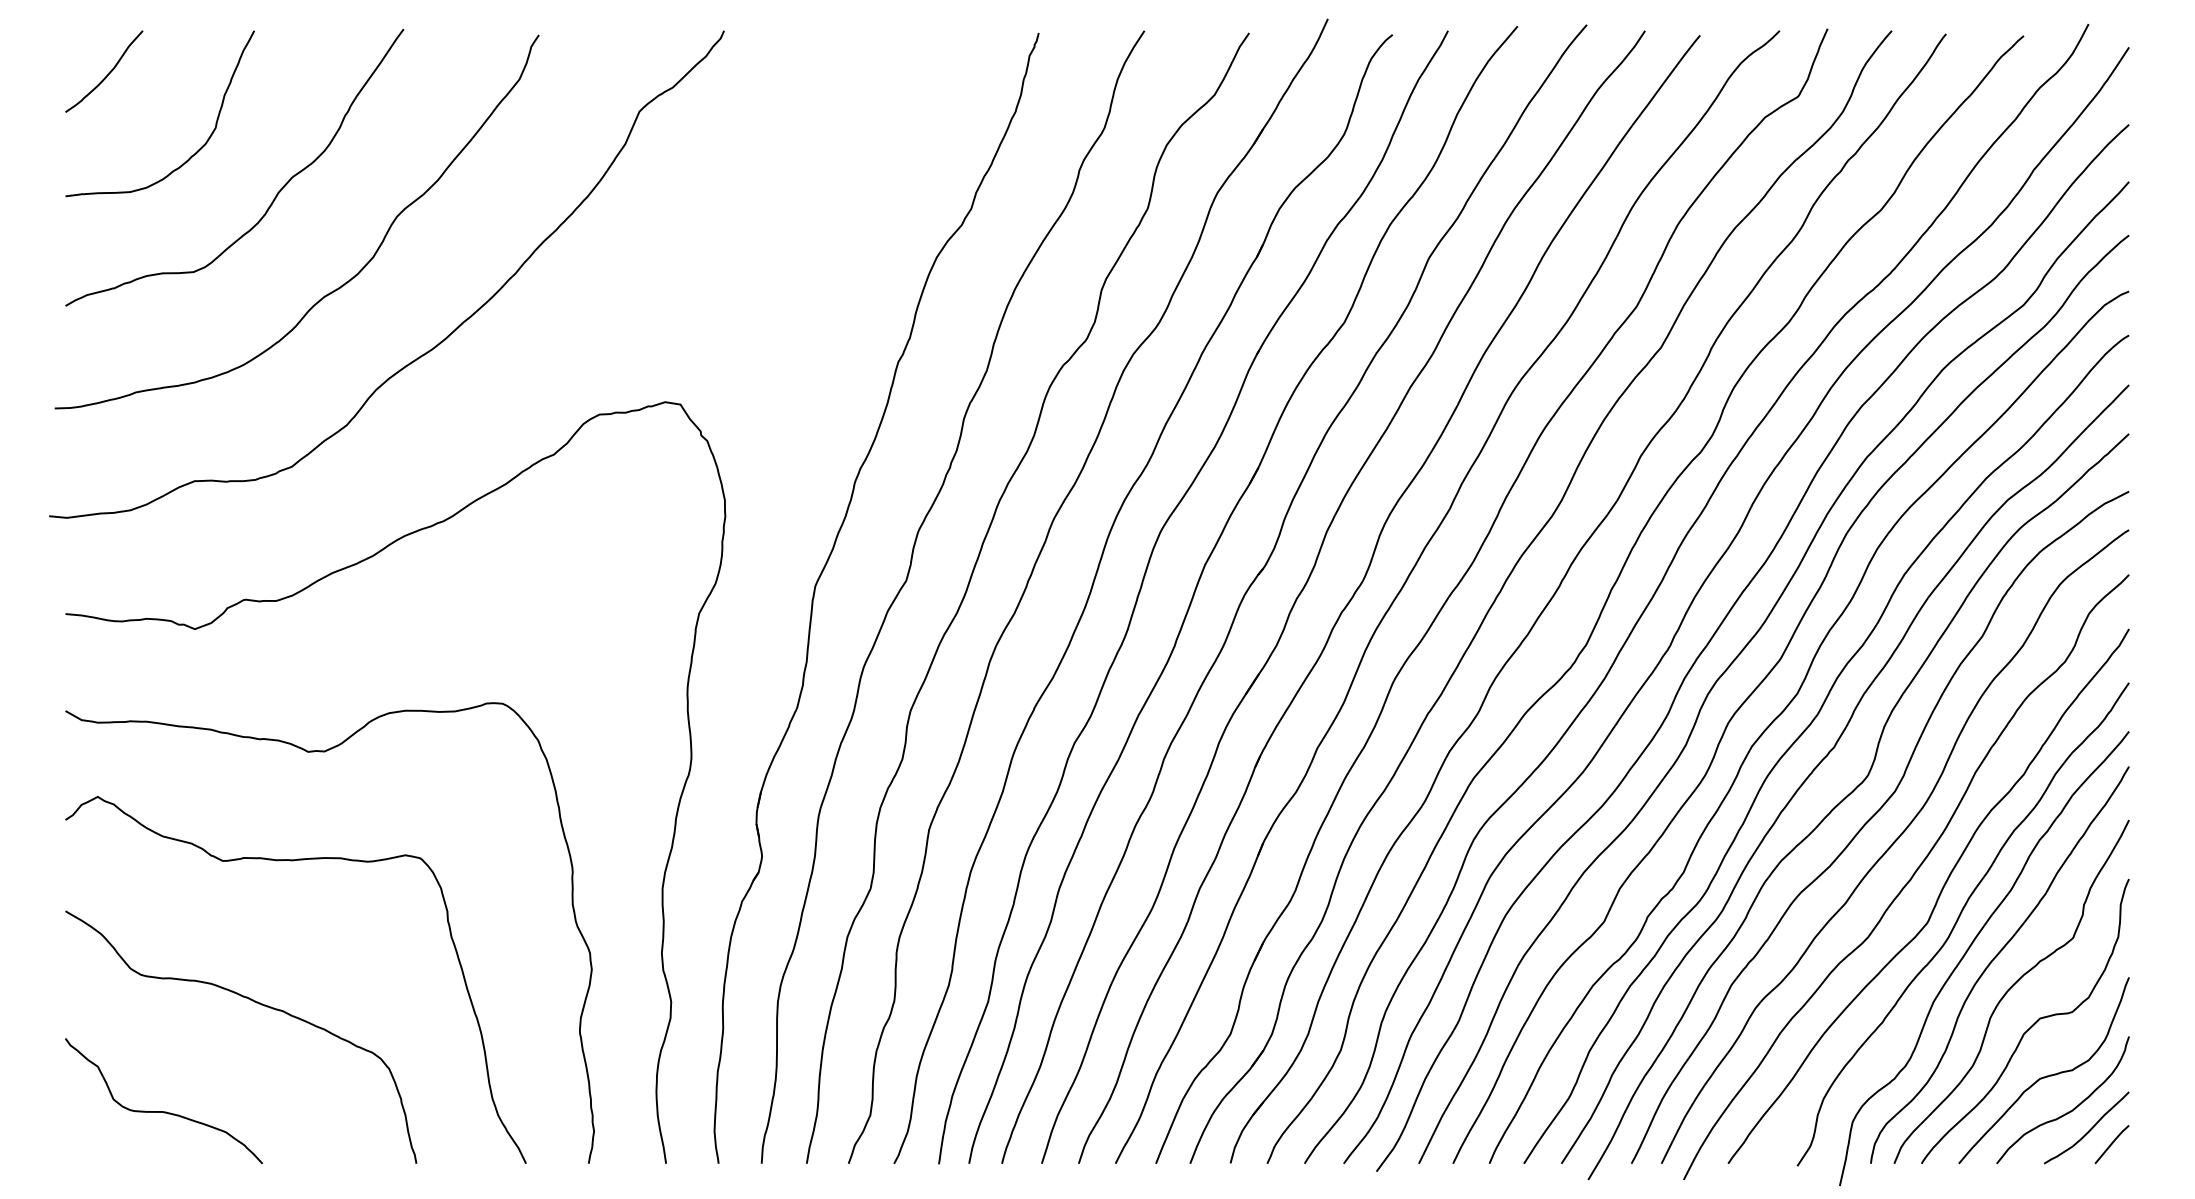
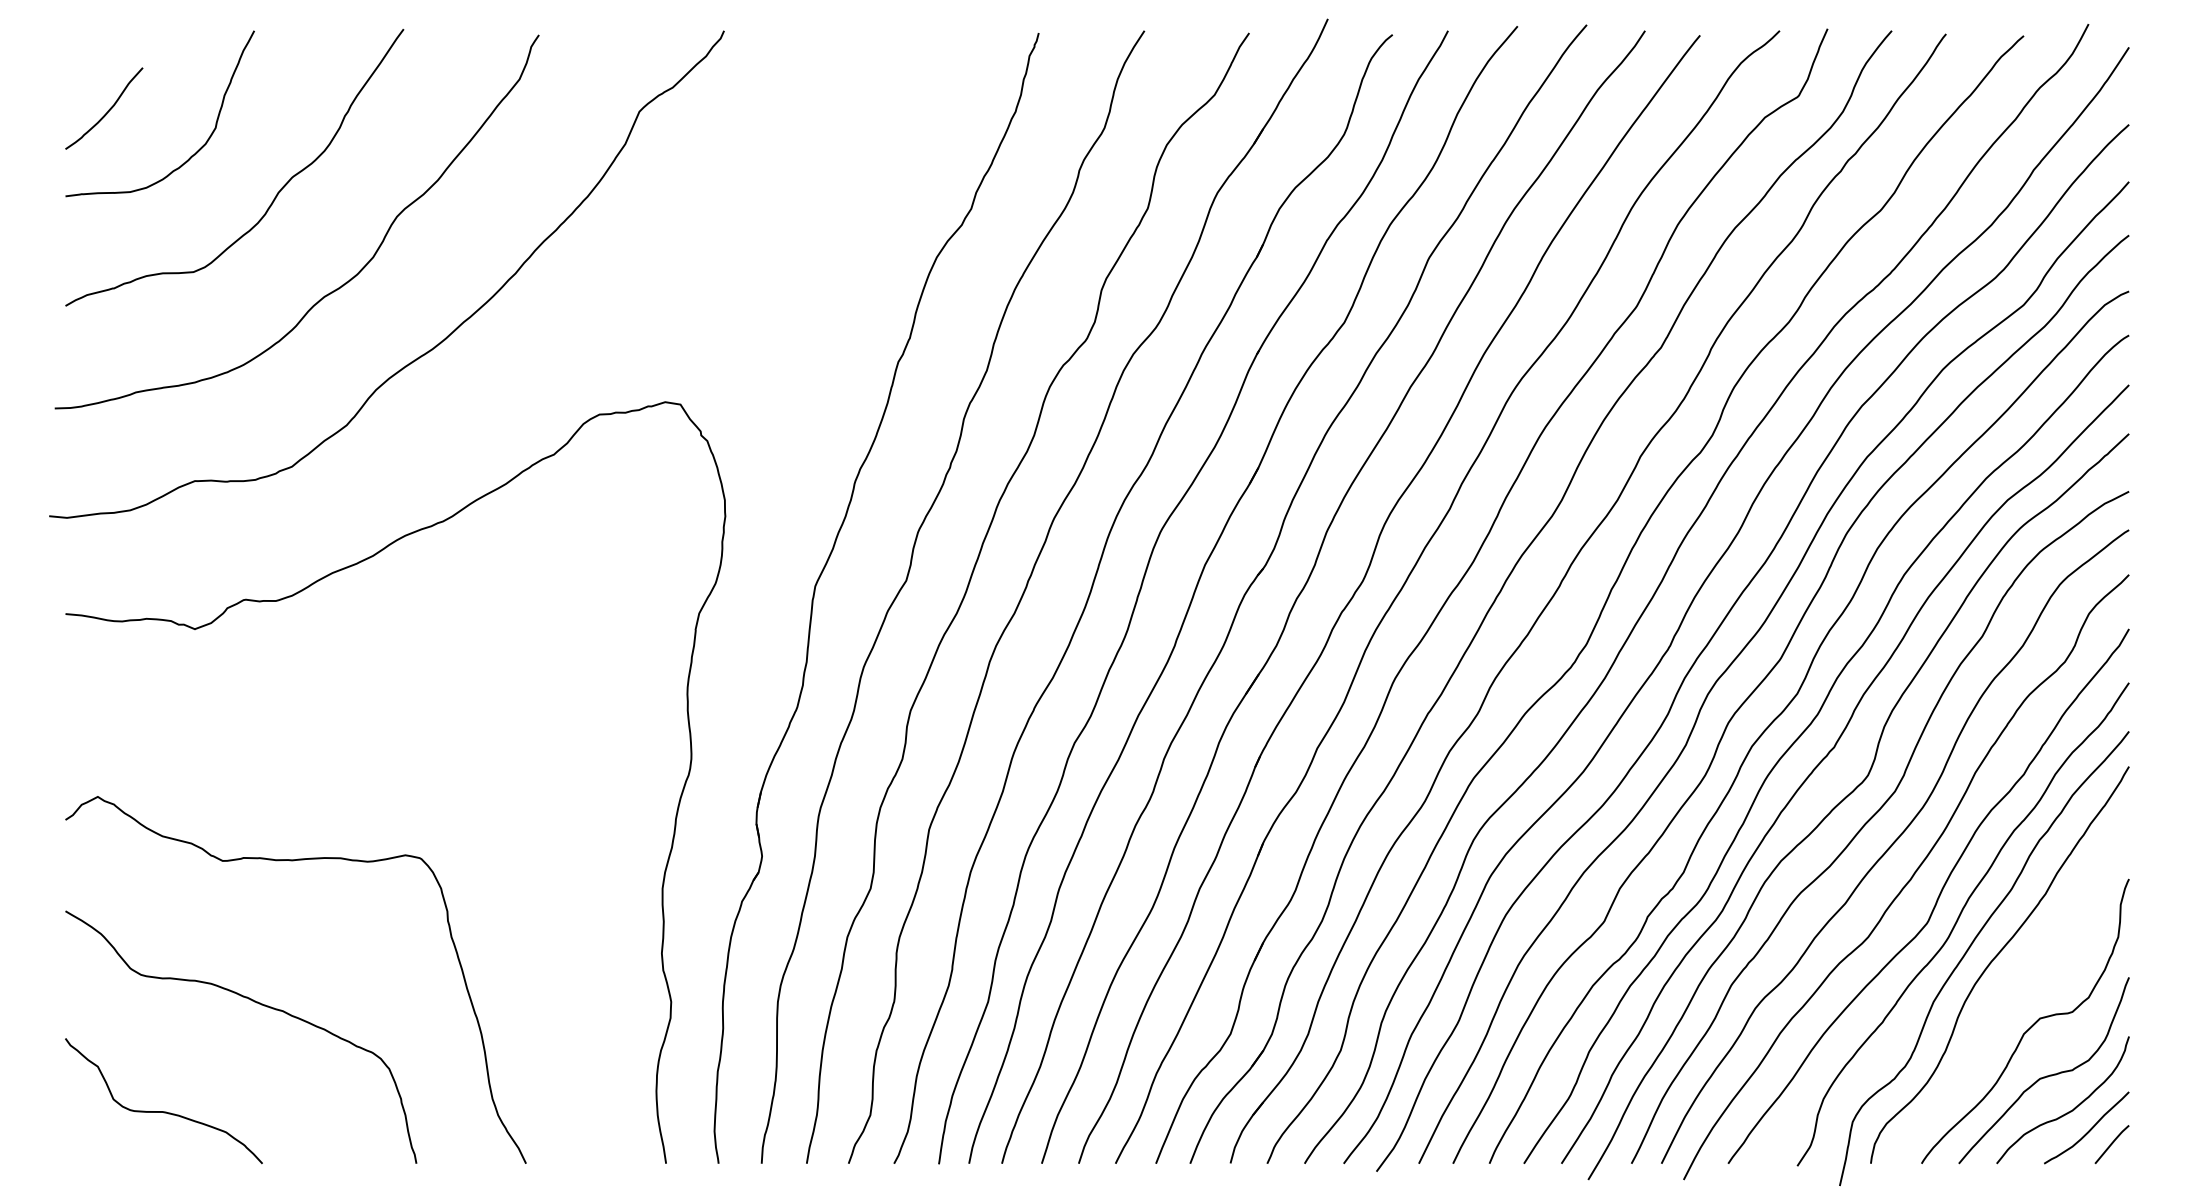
curve at (108, 72) position: (108, 72) -> (108, 109)
curve at (325, 752): present -> none
curve at (2010, 989): present -> none
